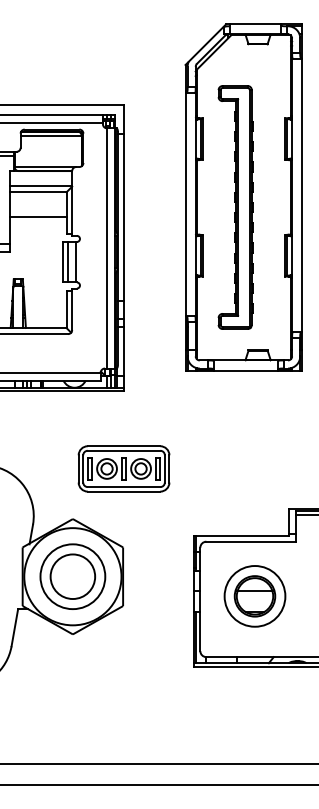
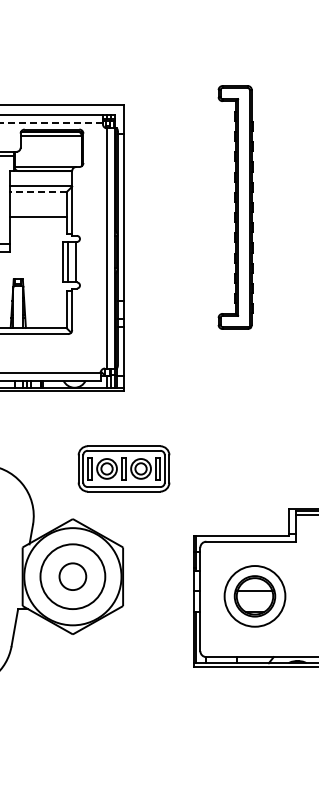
line at (50, 123): solid -> dashed
line at (37, 192): solid -> dashed
part at (243, 197): present -> none
circle at (72, 576) diameter: 45 px -> 27 px
line at (158, 764): present -> none
line at (158, 784): present -> none
